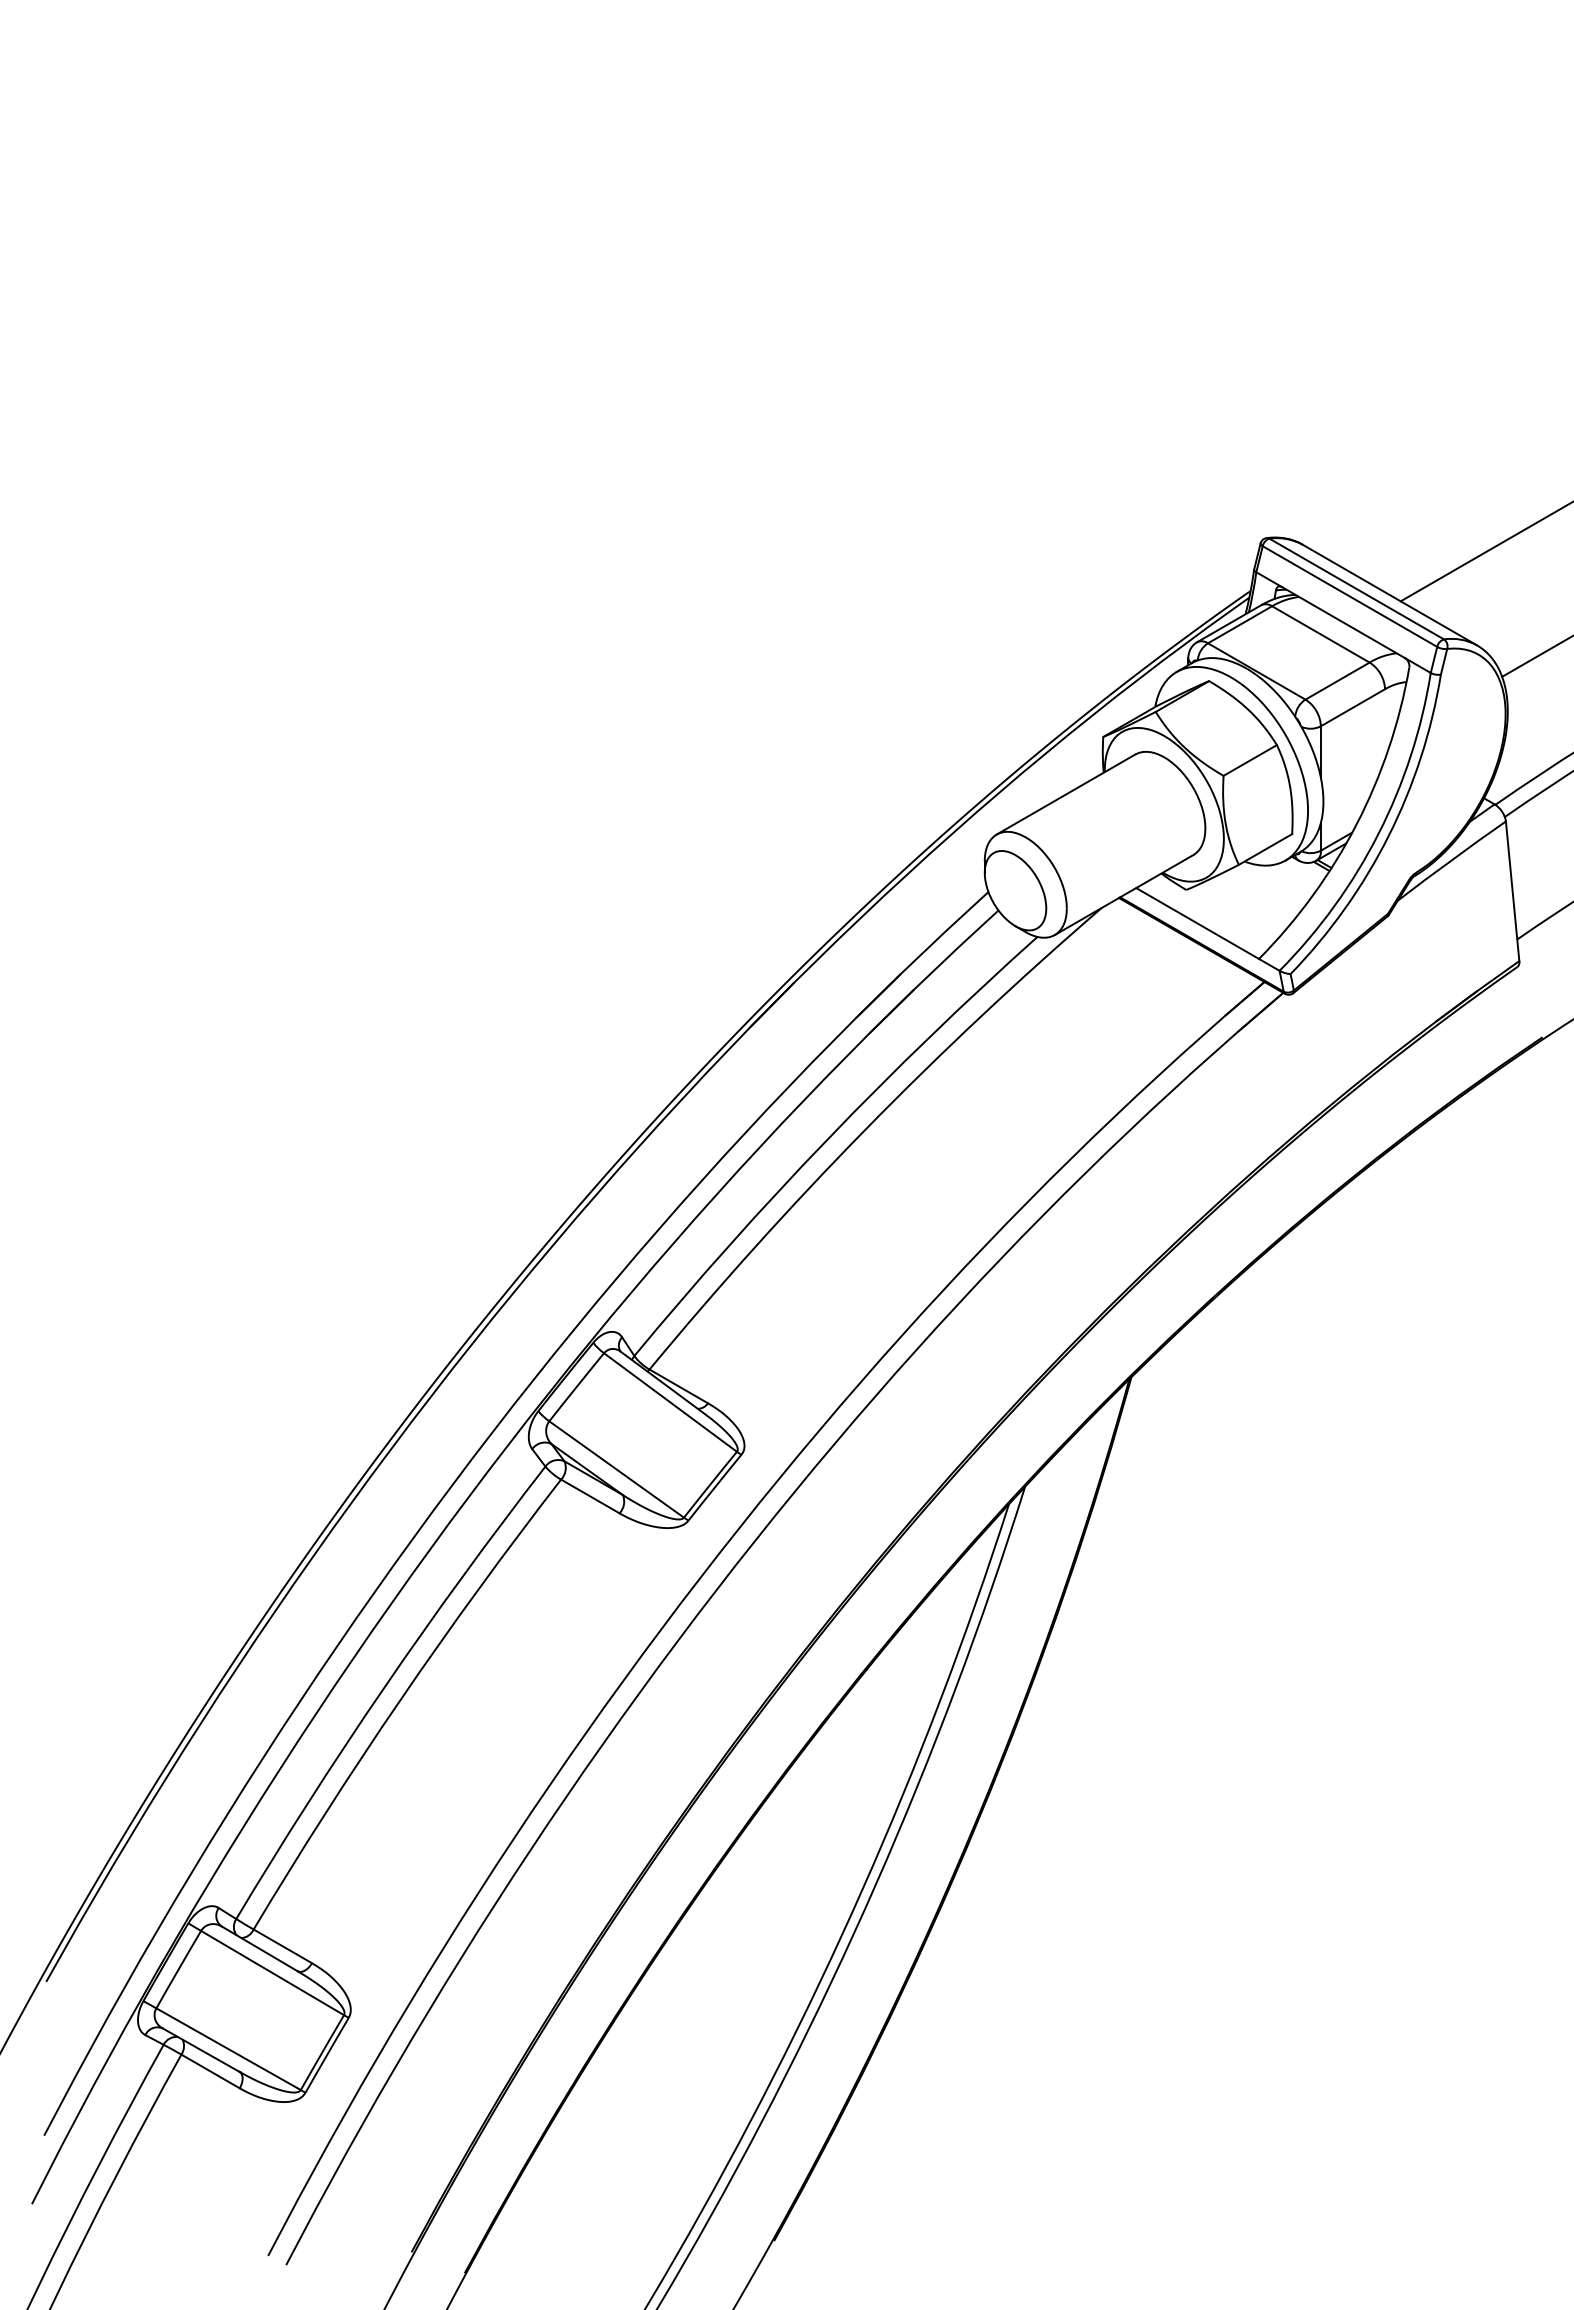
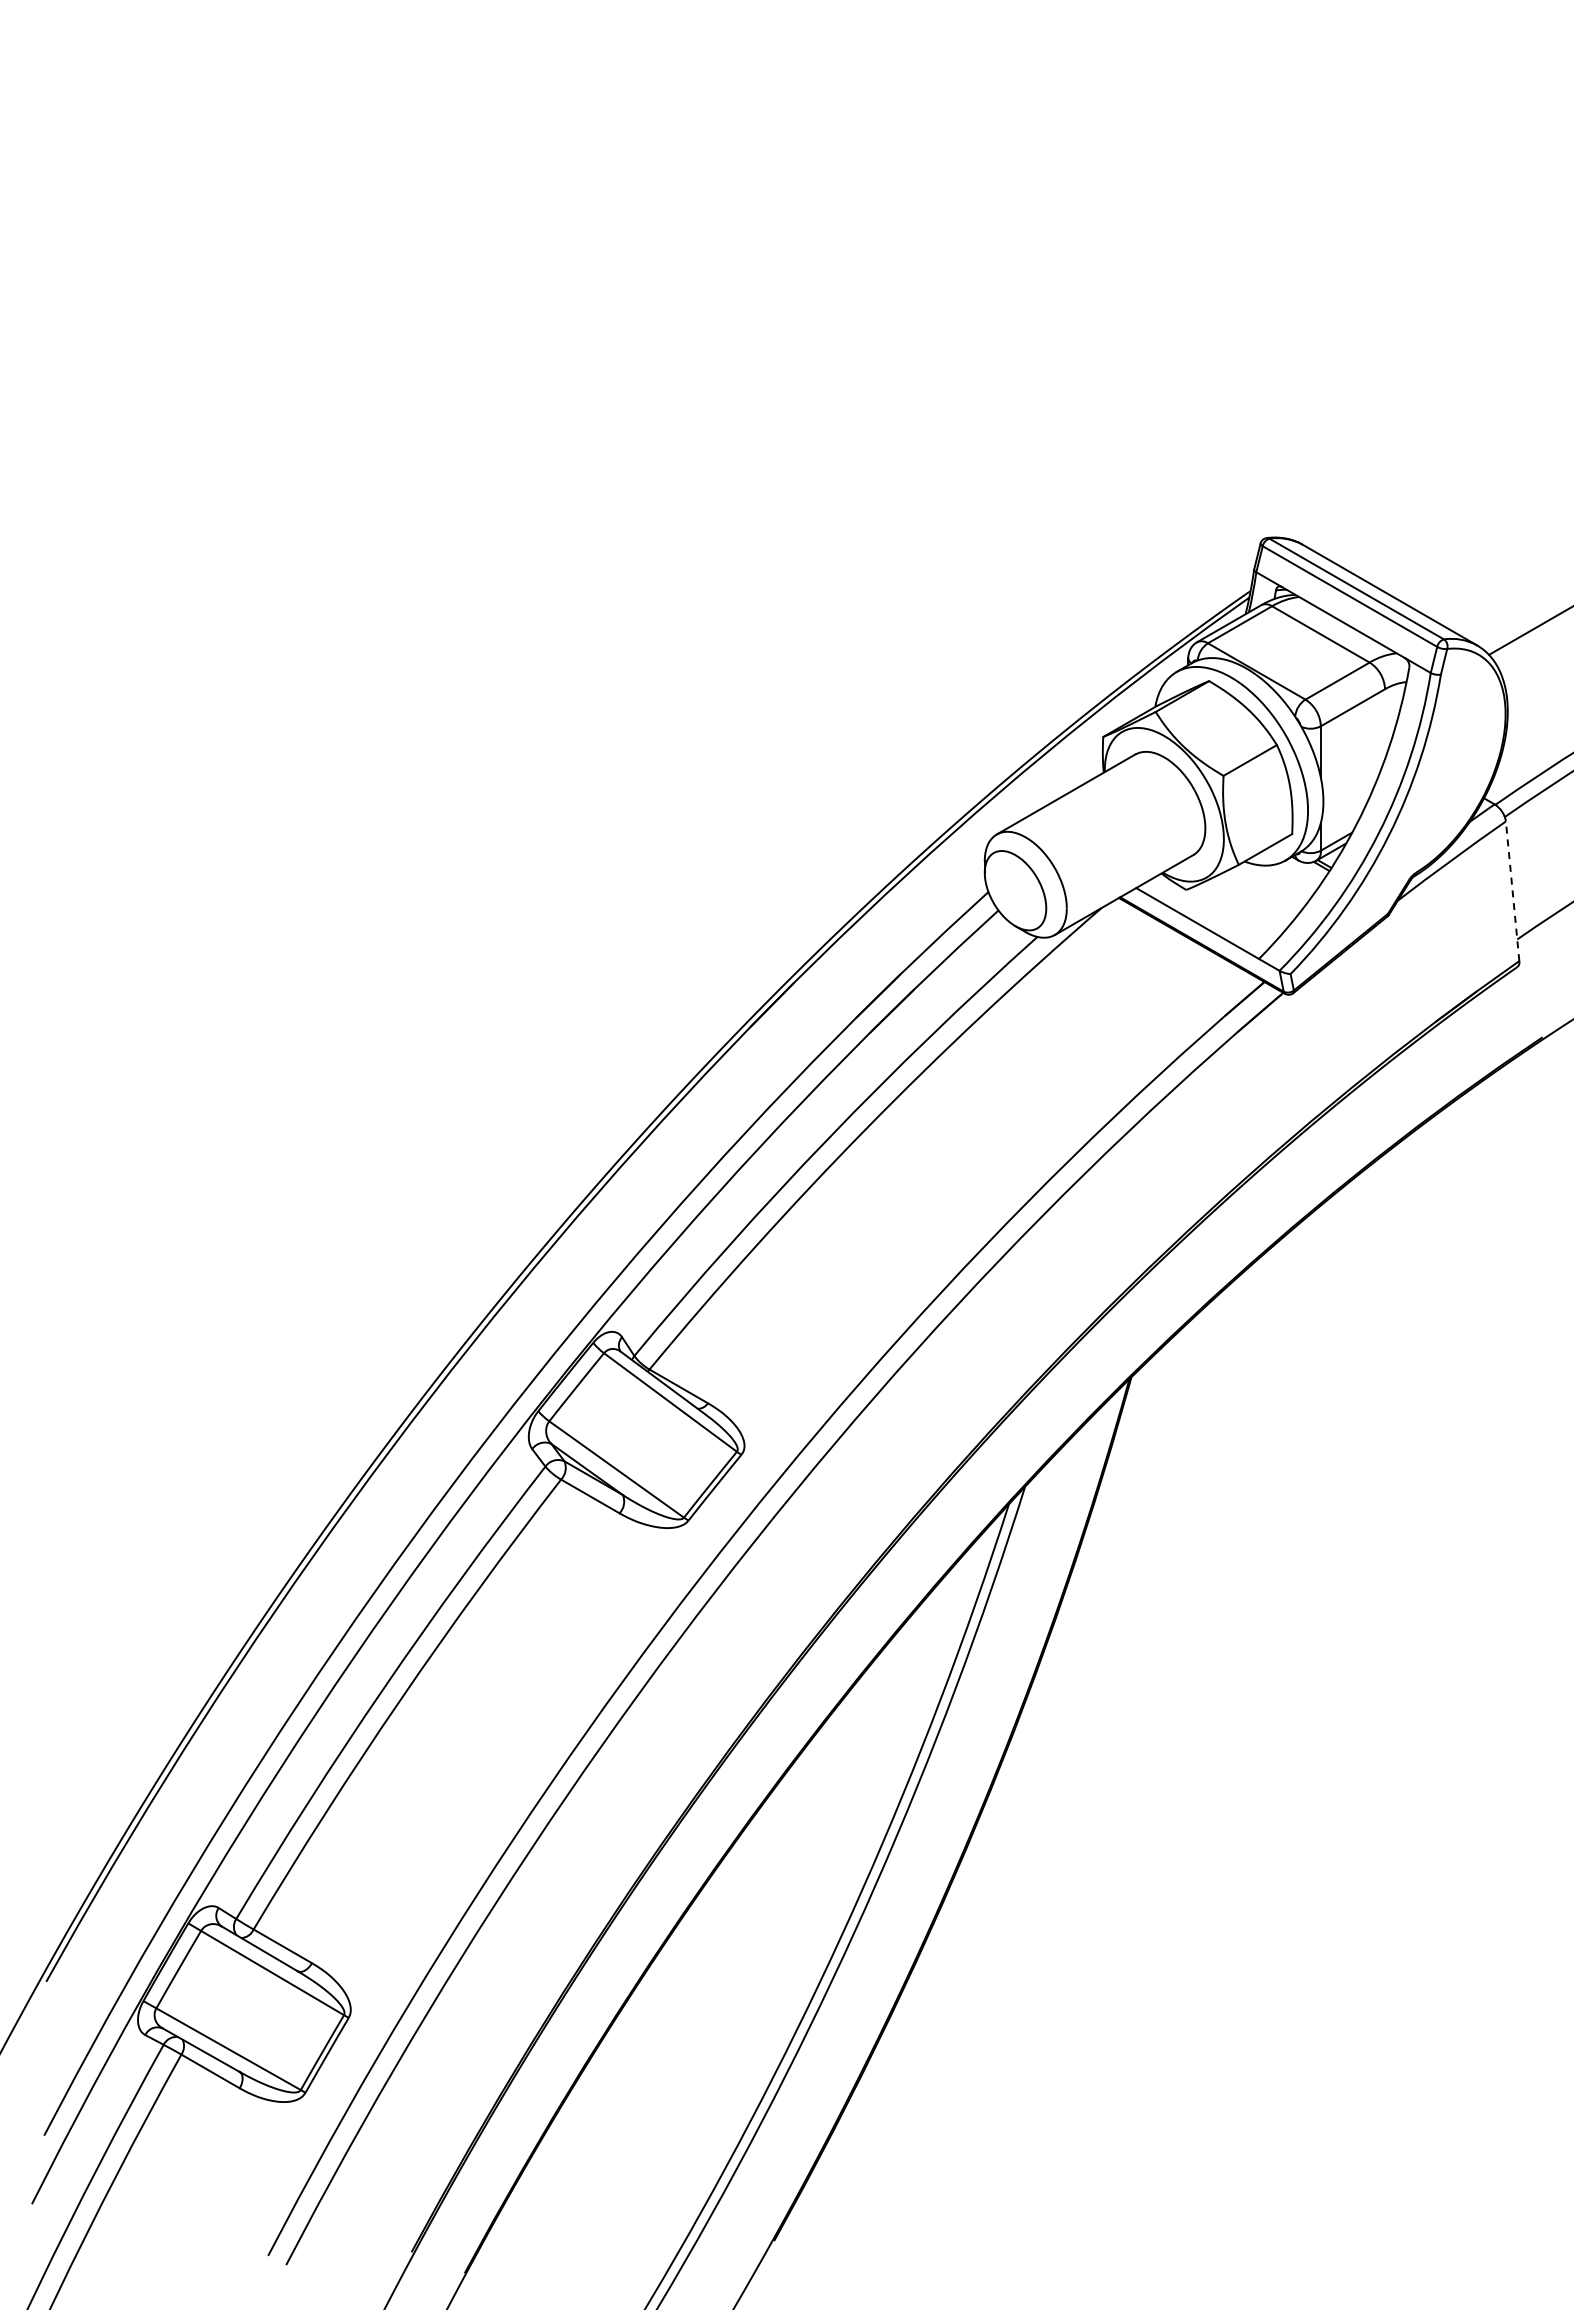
line at (1485, 552): present -> none
line at (1536, 656) position: (1536, 656) -> (1529, 630)
line at (1512, 890): solid -> dashed
